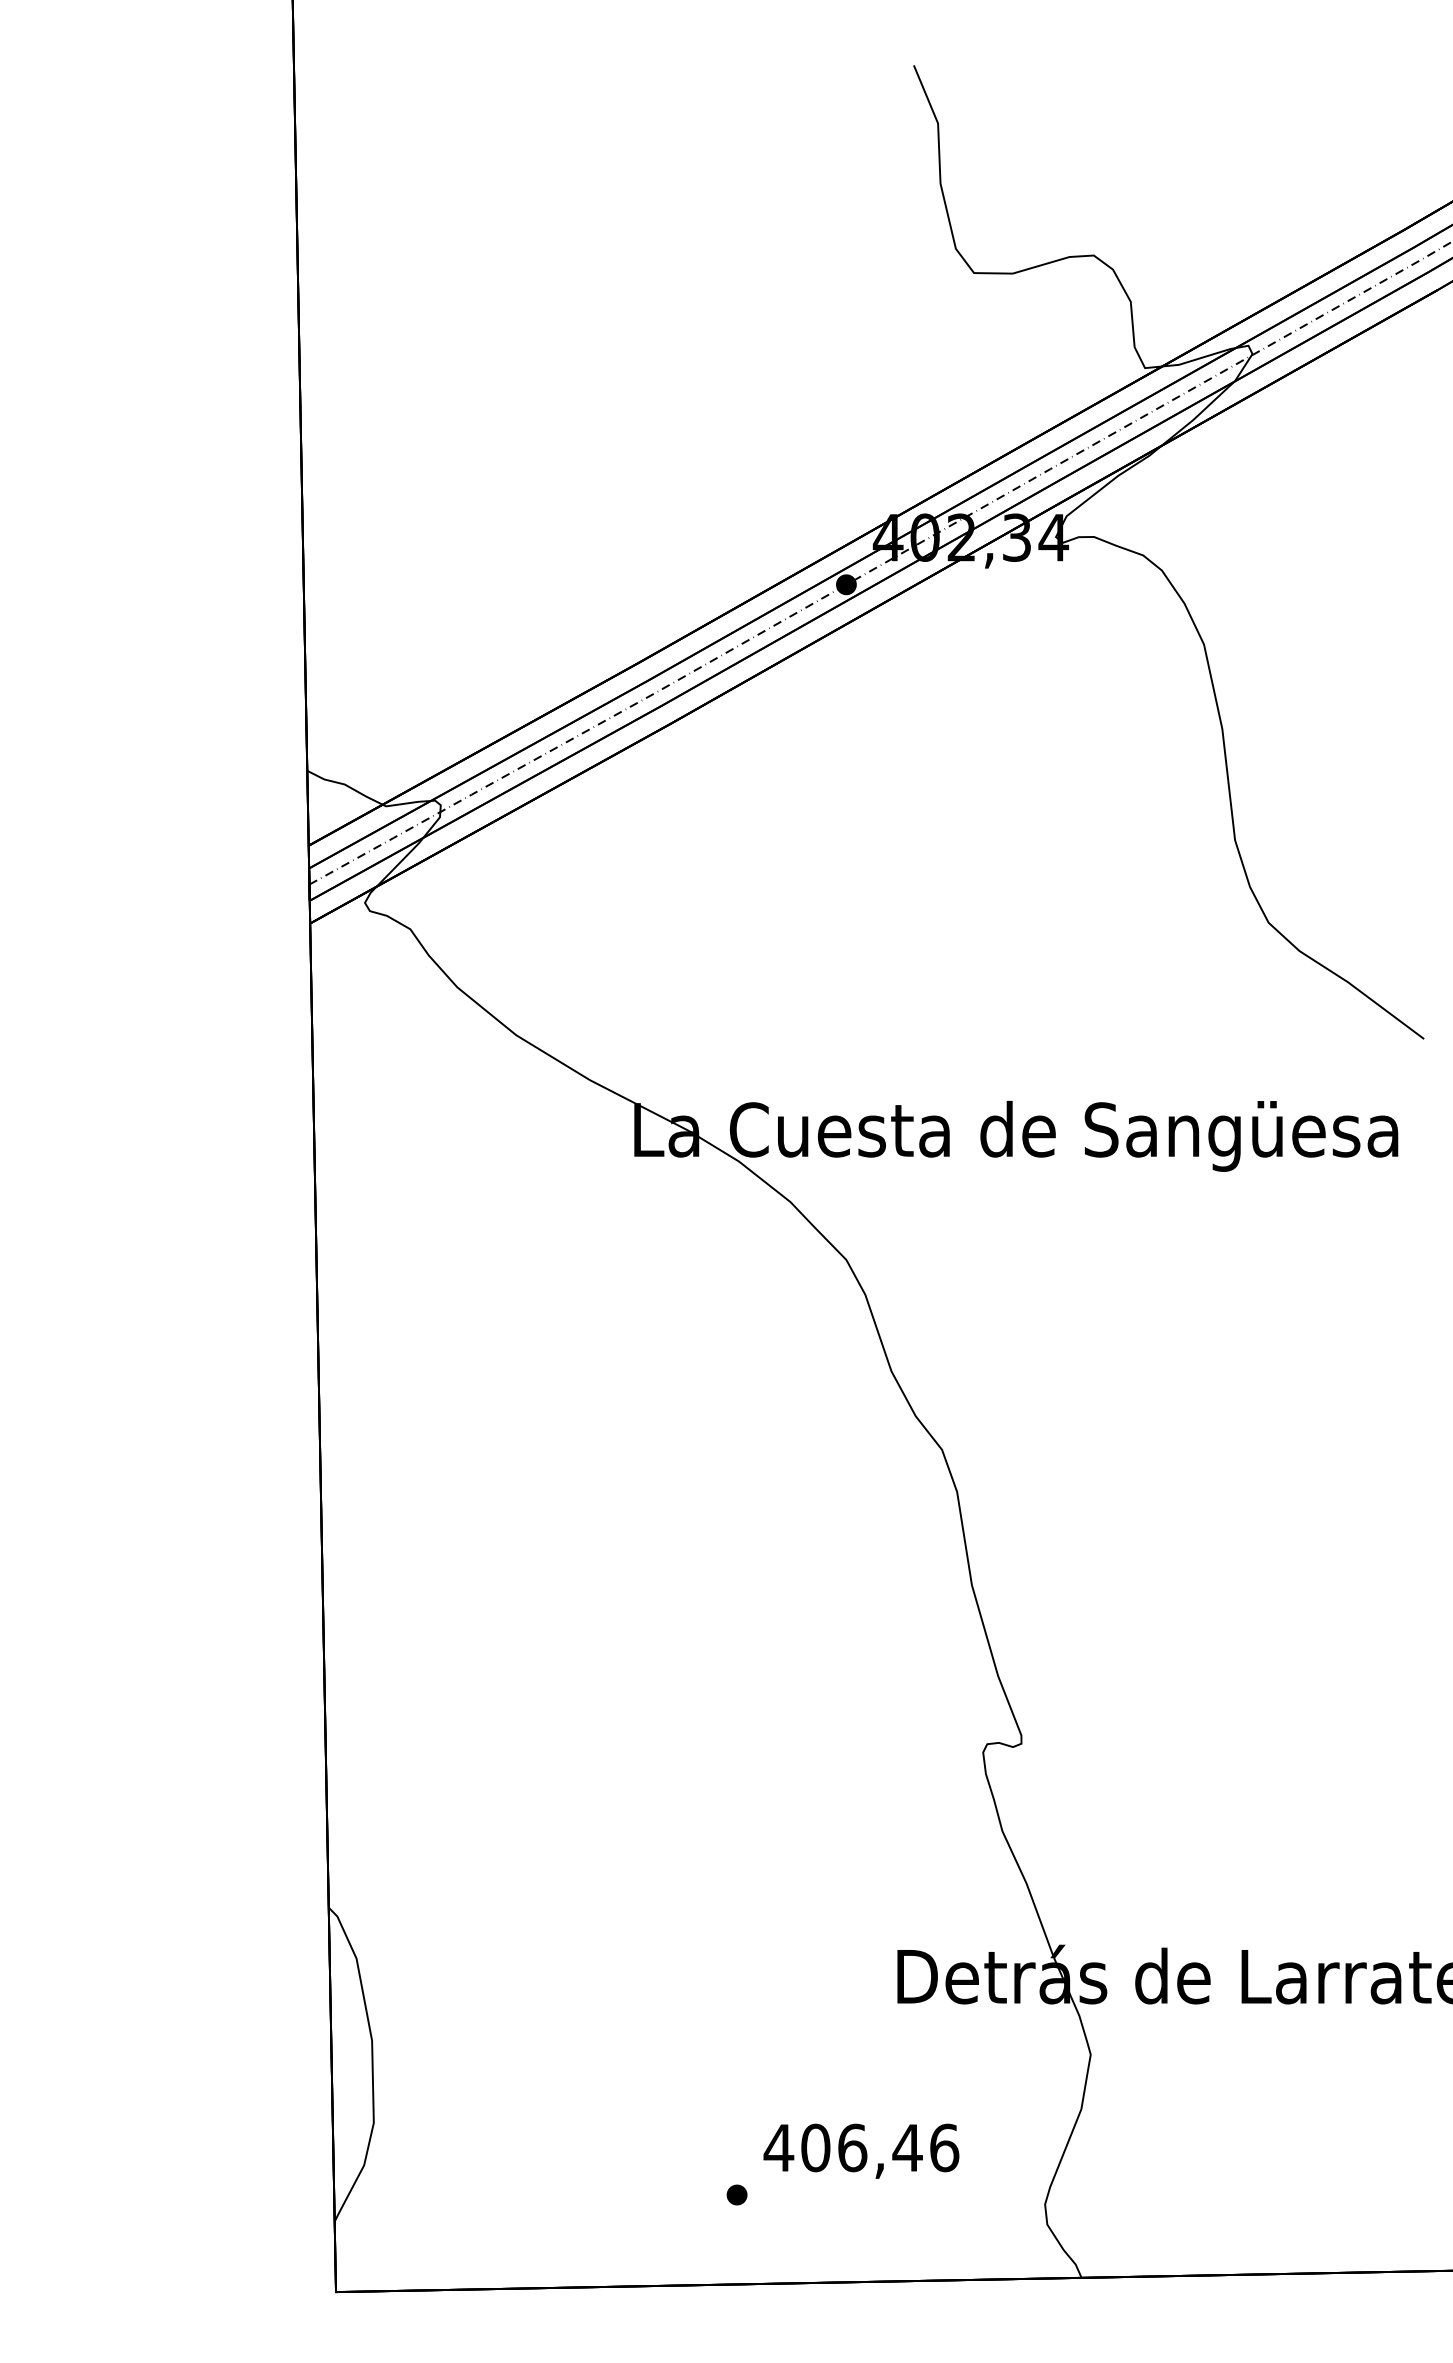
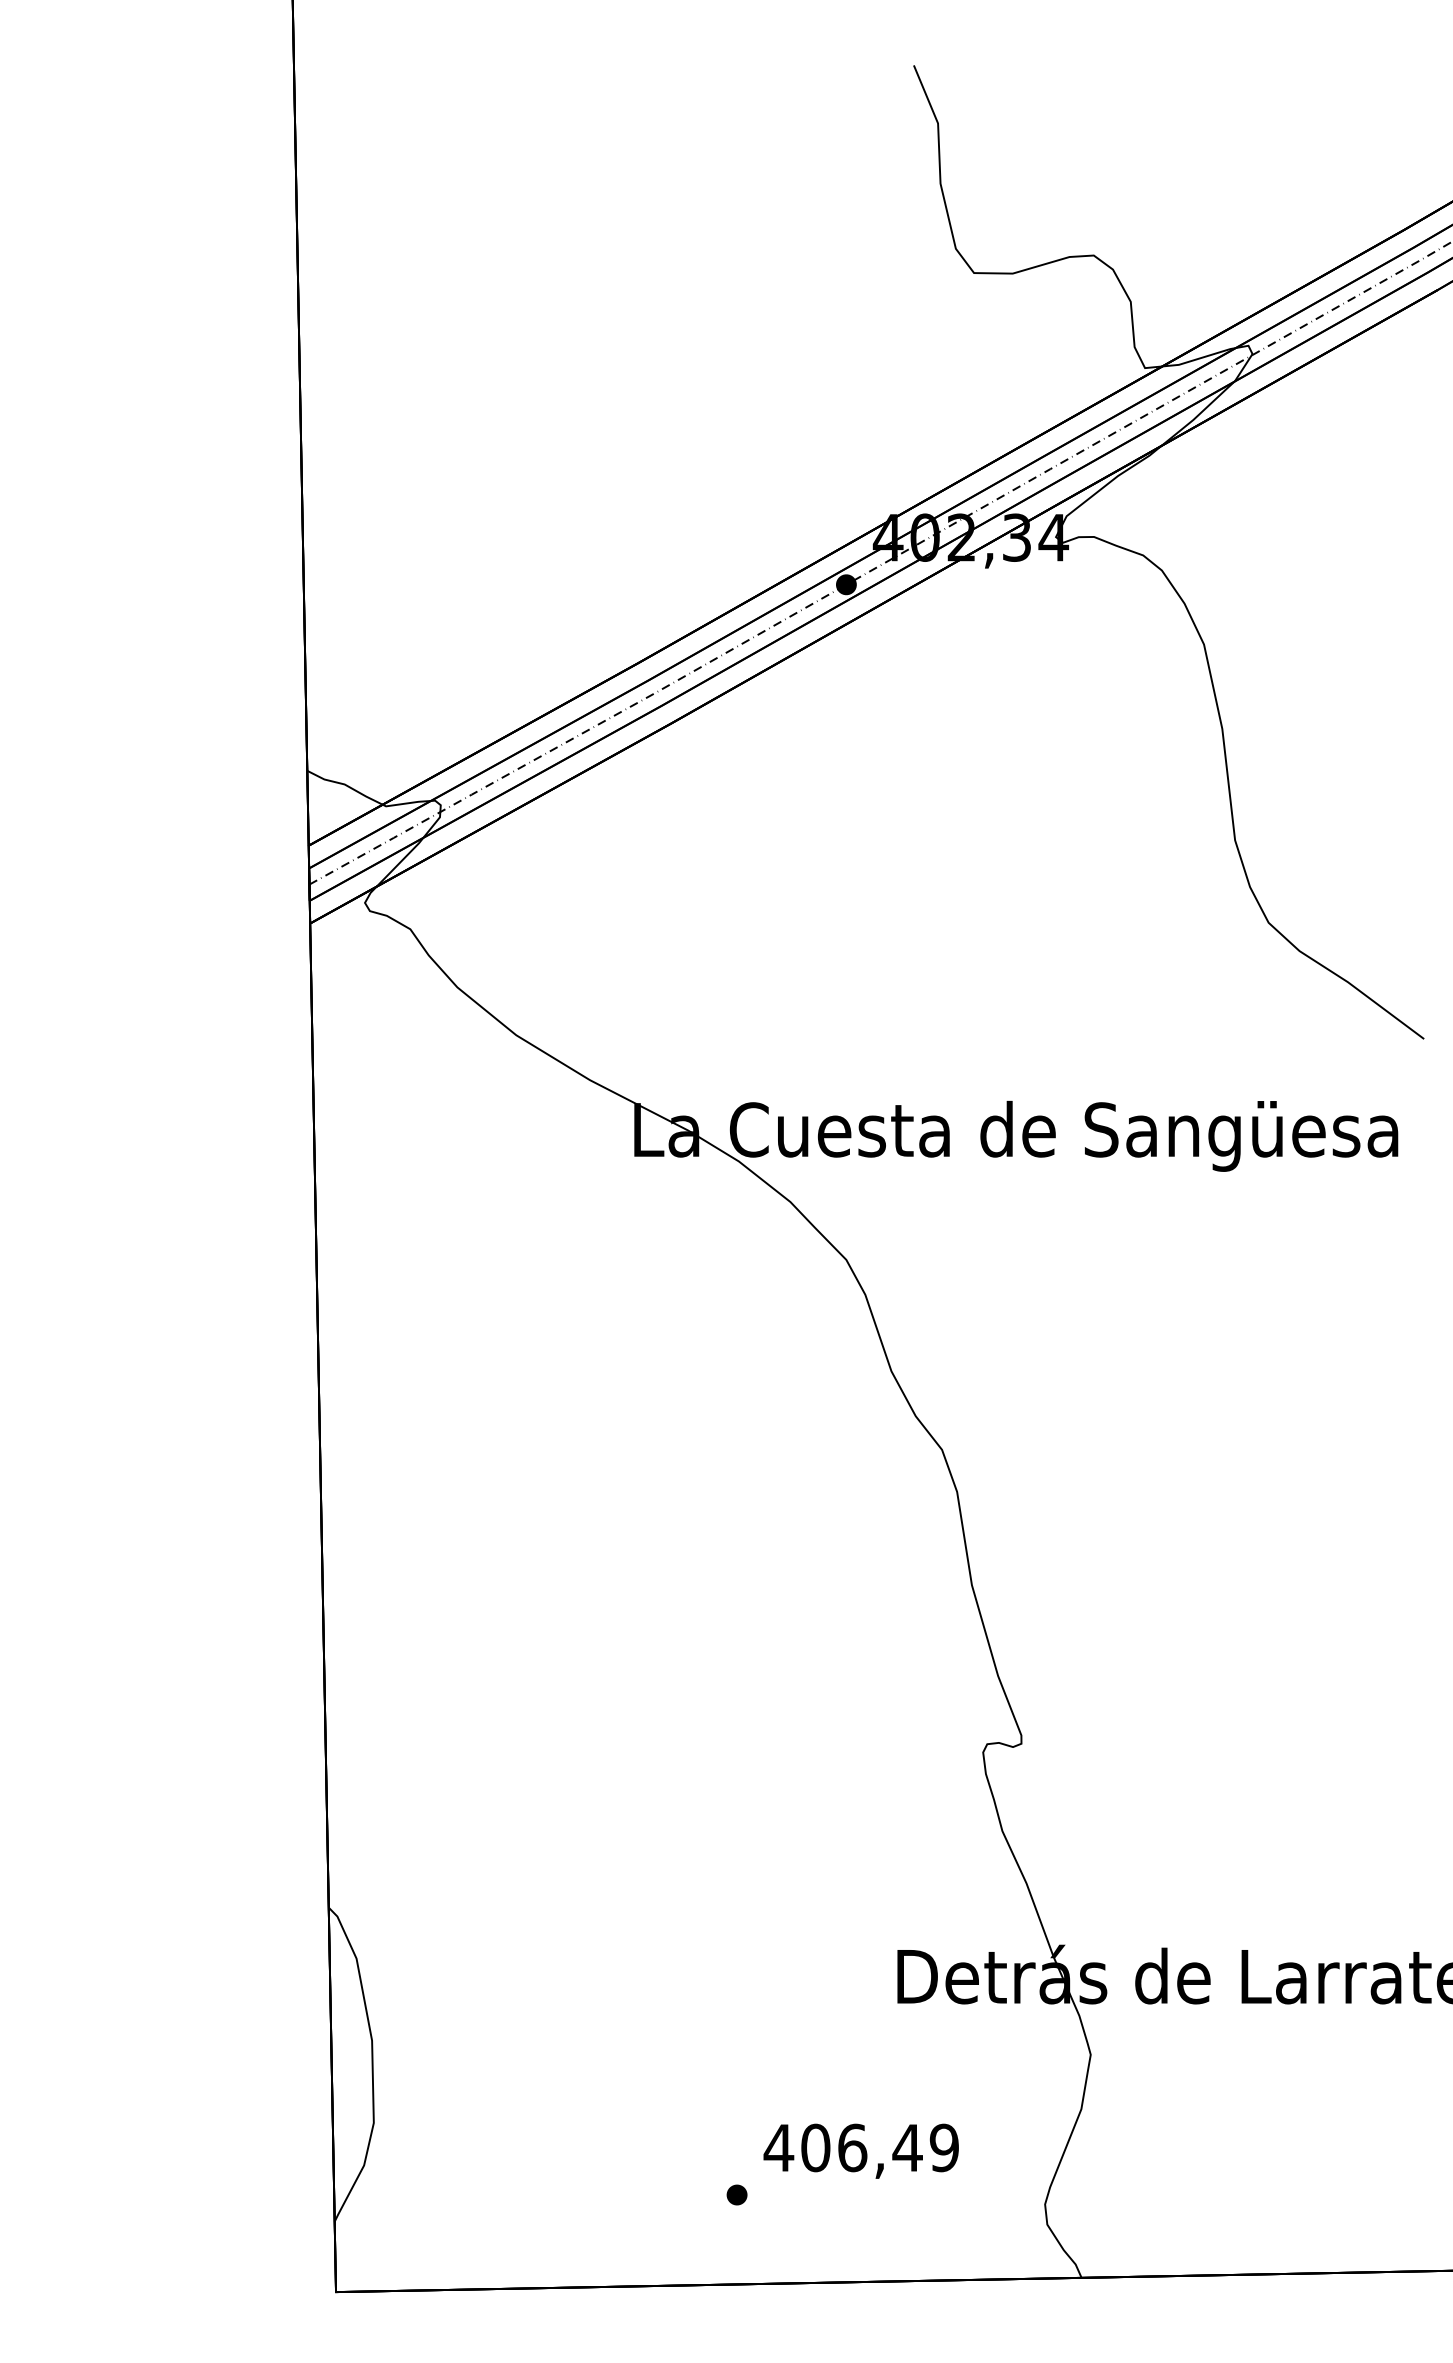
text at (944, 2147): 406,46 -> 406,49
